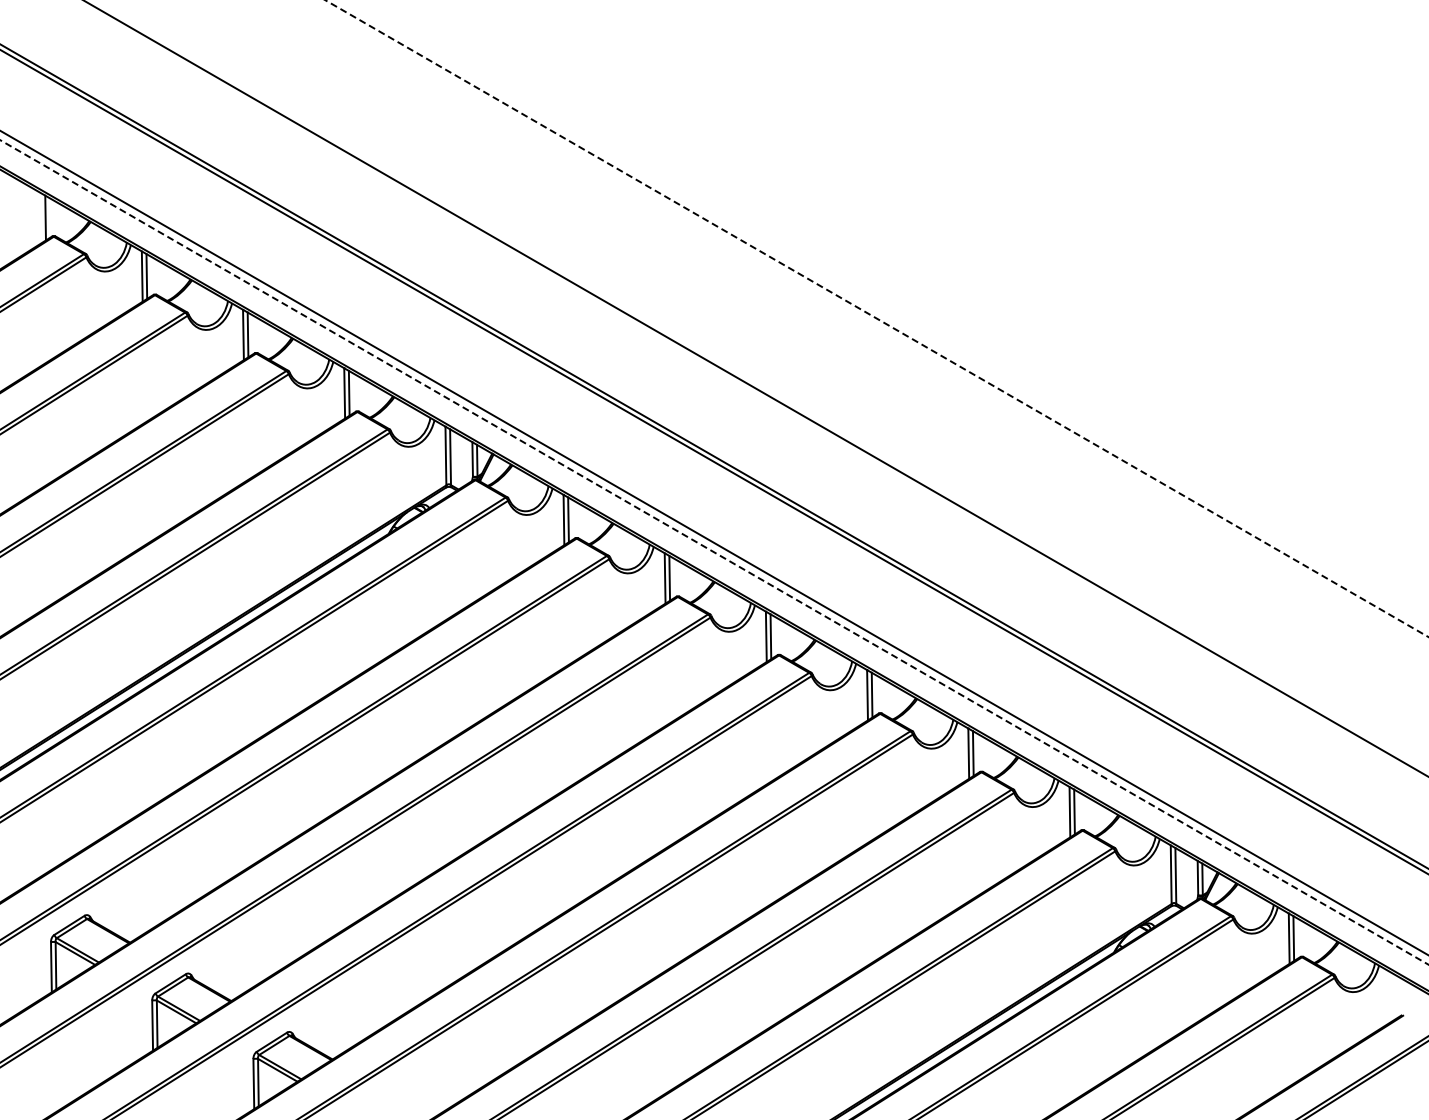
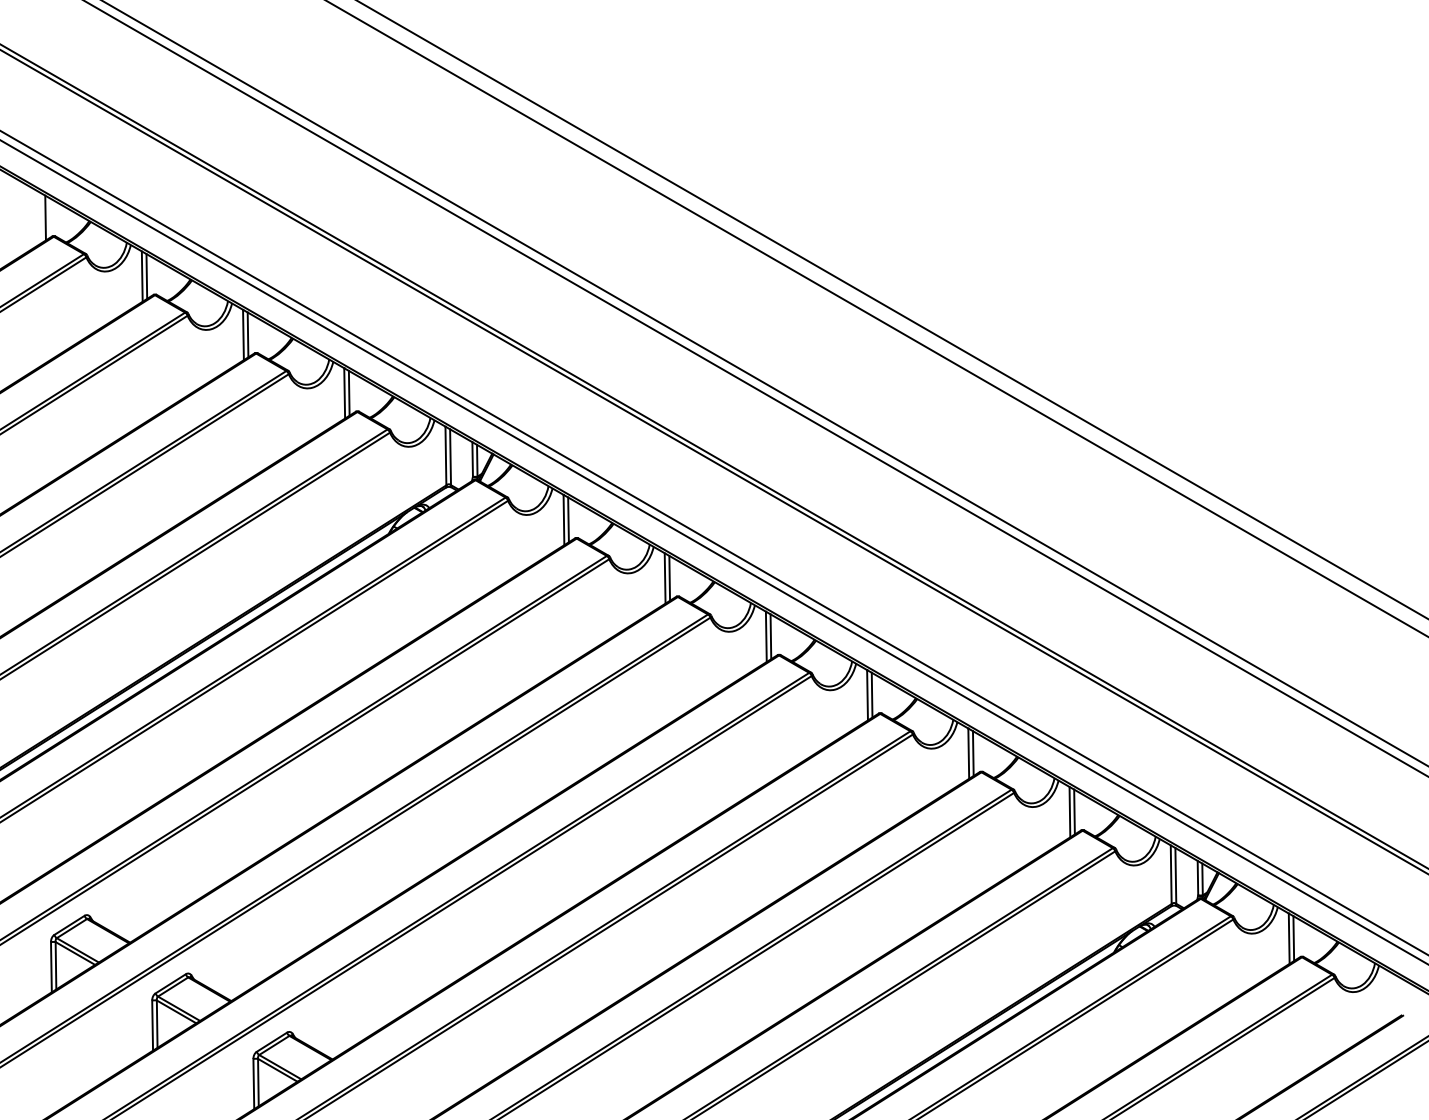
line at (892, 309): none -> present
line at (876, 318): dashed -> solid
line at (765, 383): none -> present
line at (714, 552): dashed -> solid
